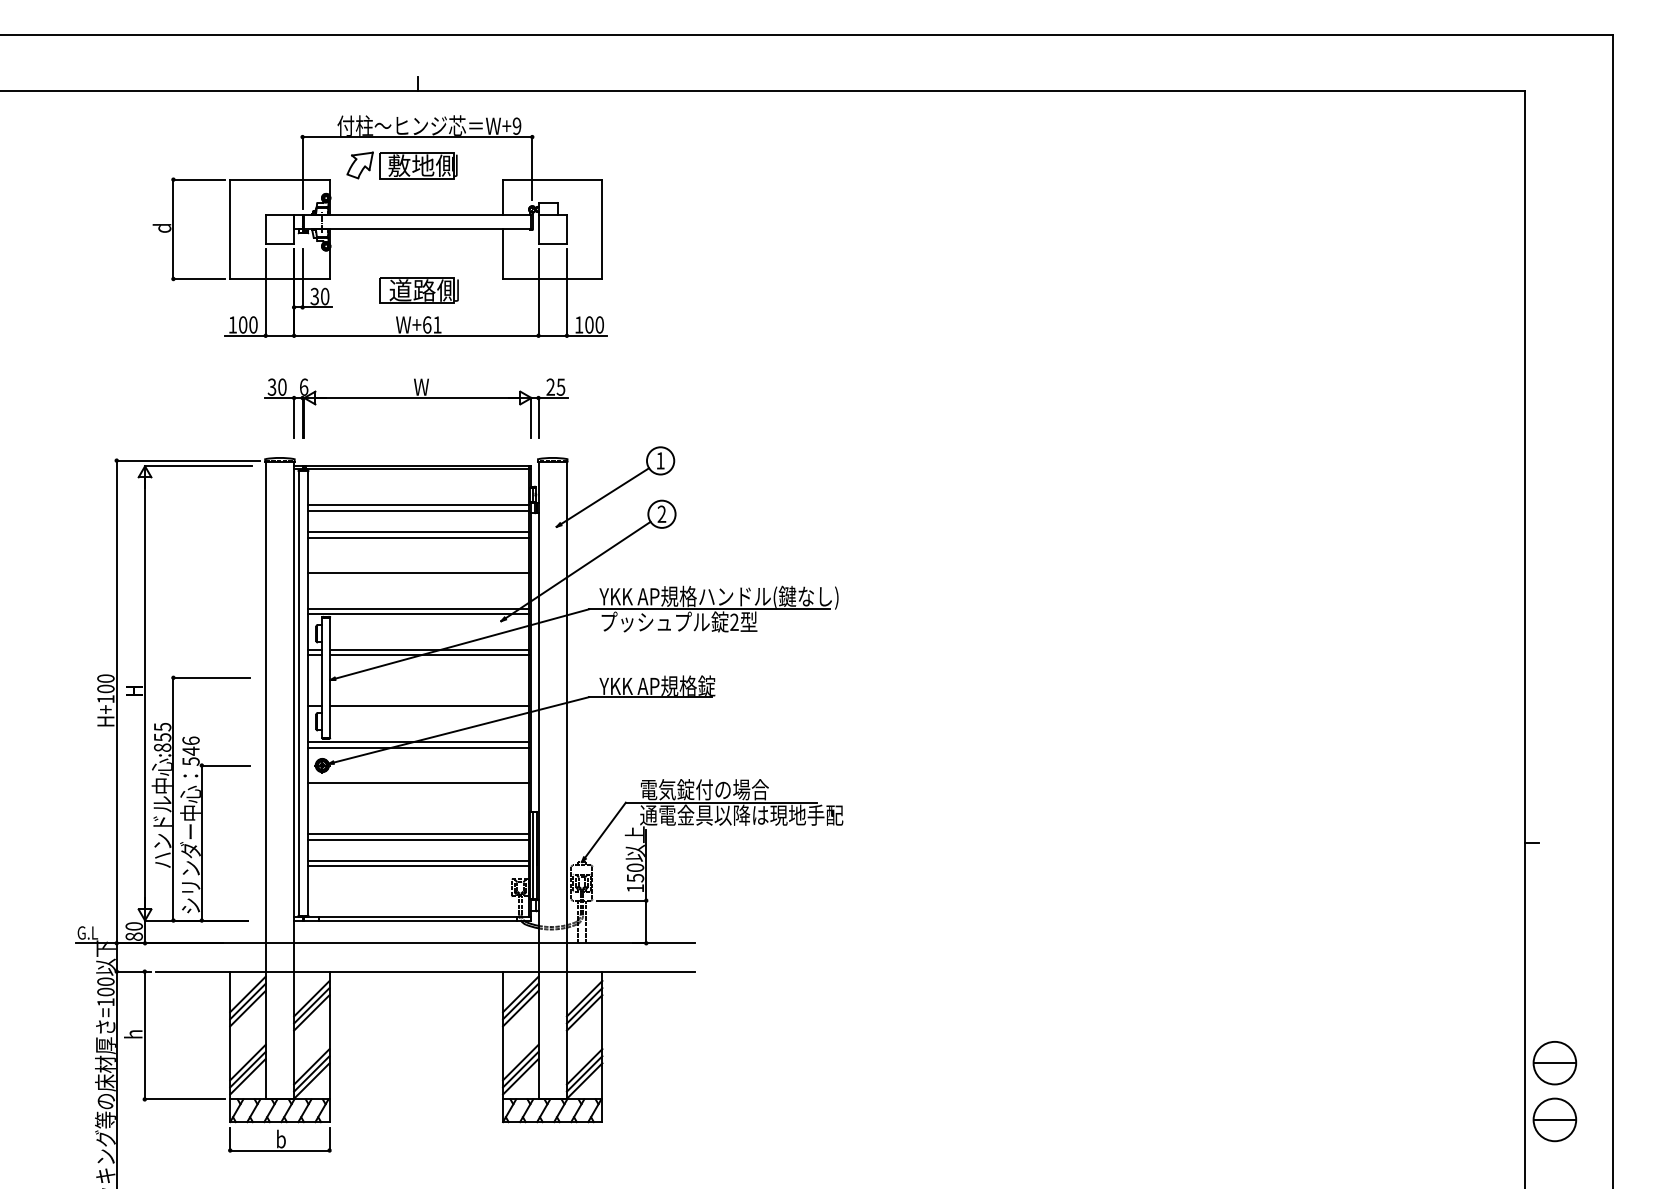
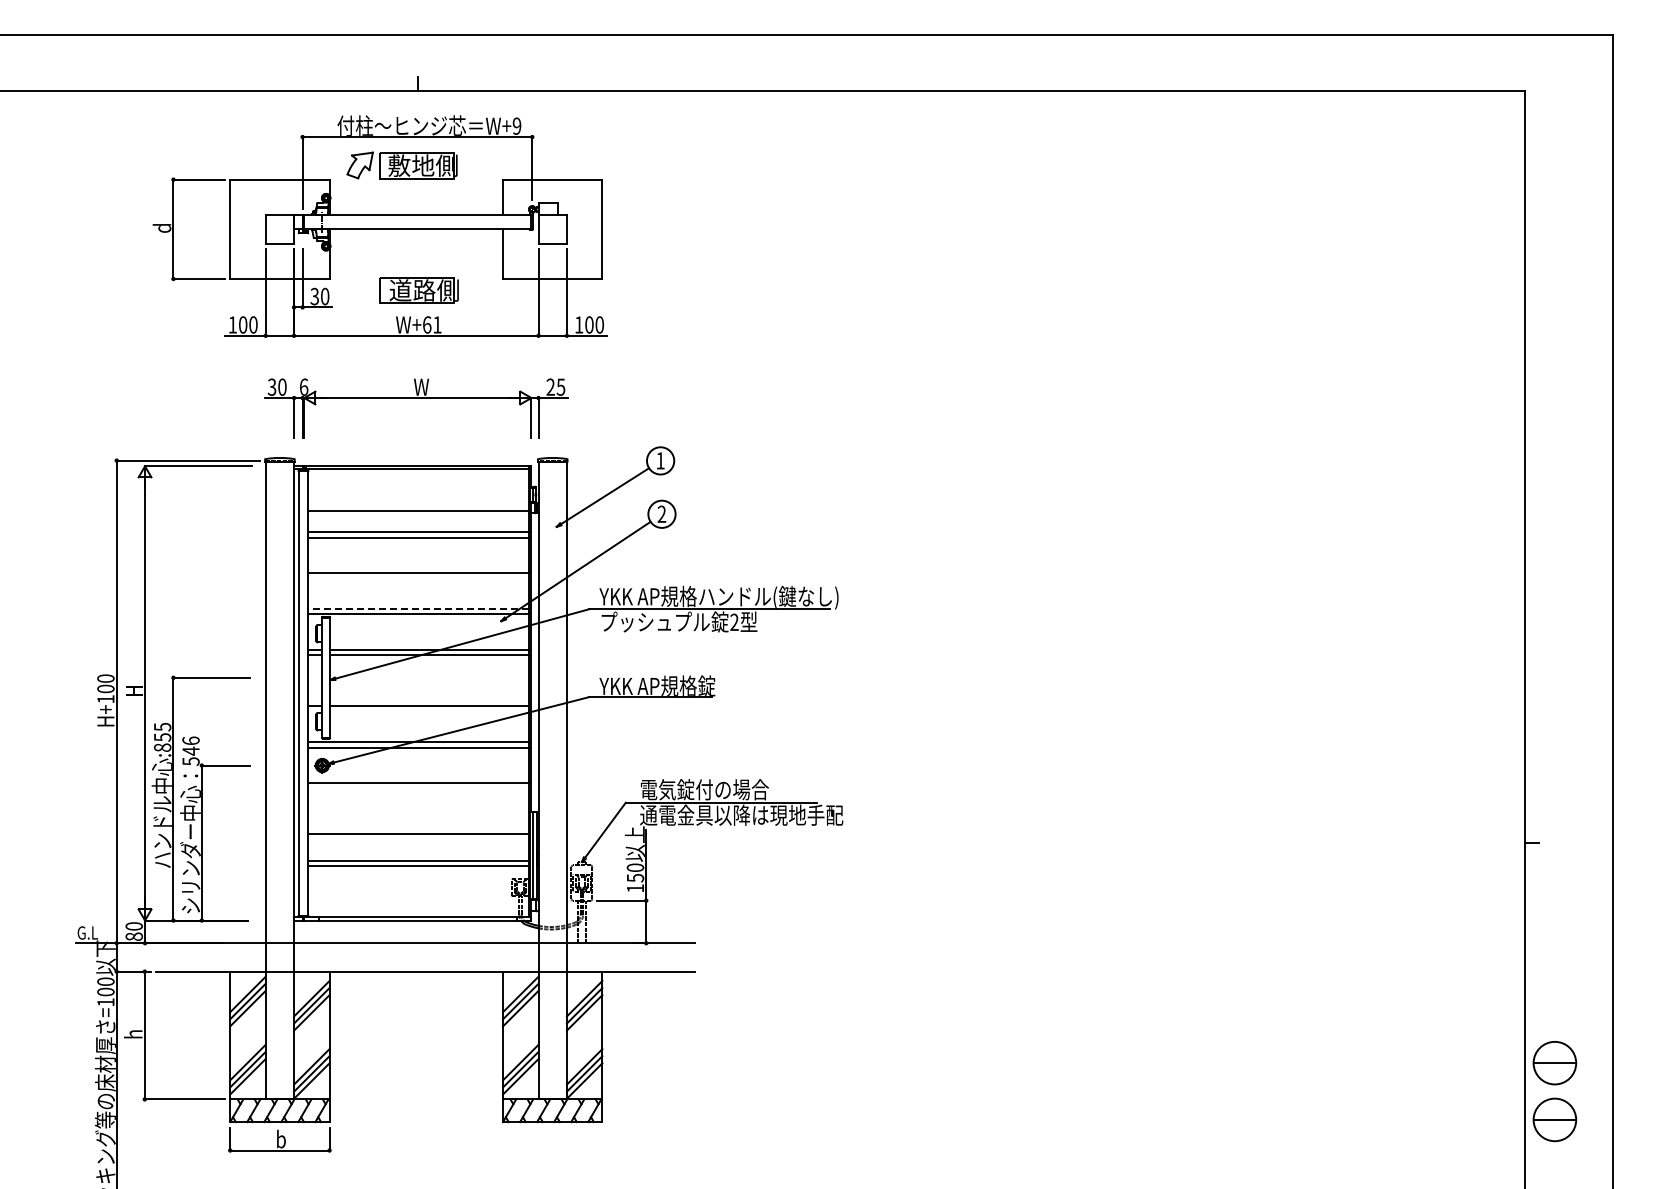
line at (418, 504): present -> none
line at (417, 608): solid -> dashed
line at (418, 839): present -> none
